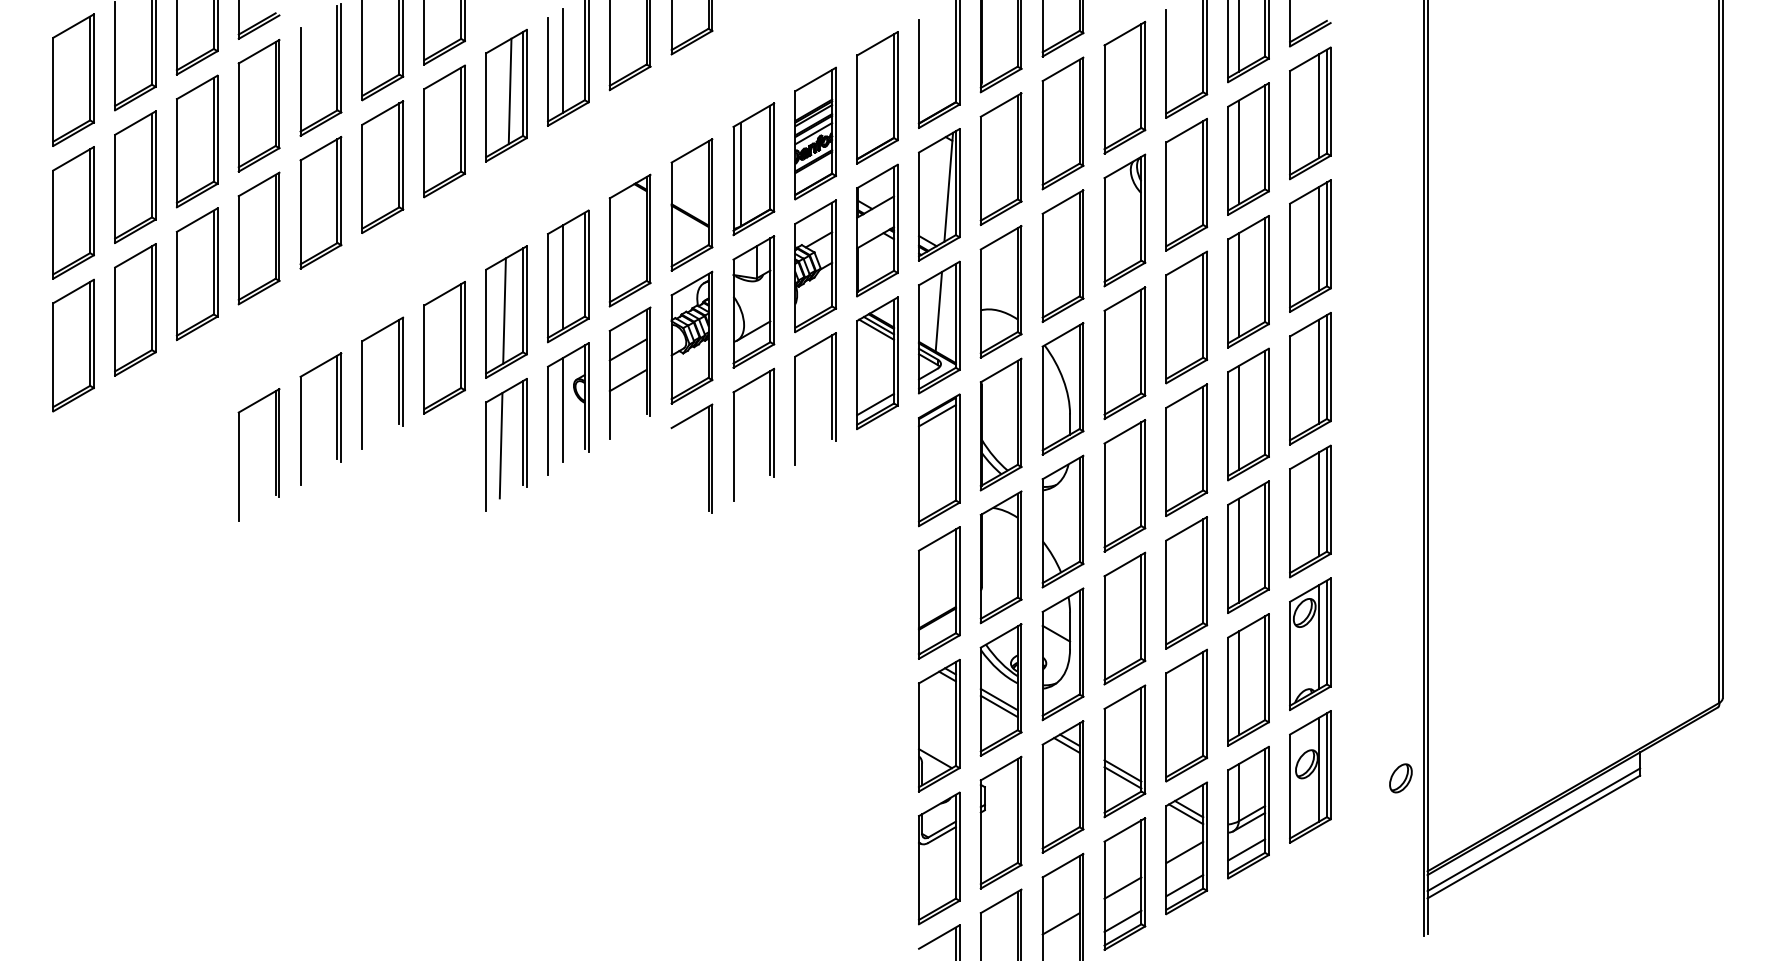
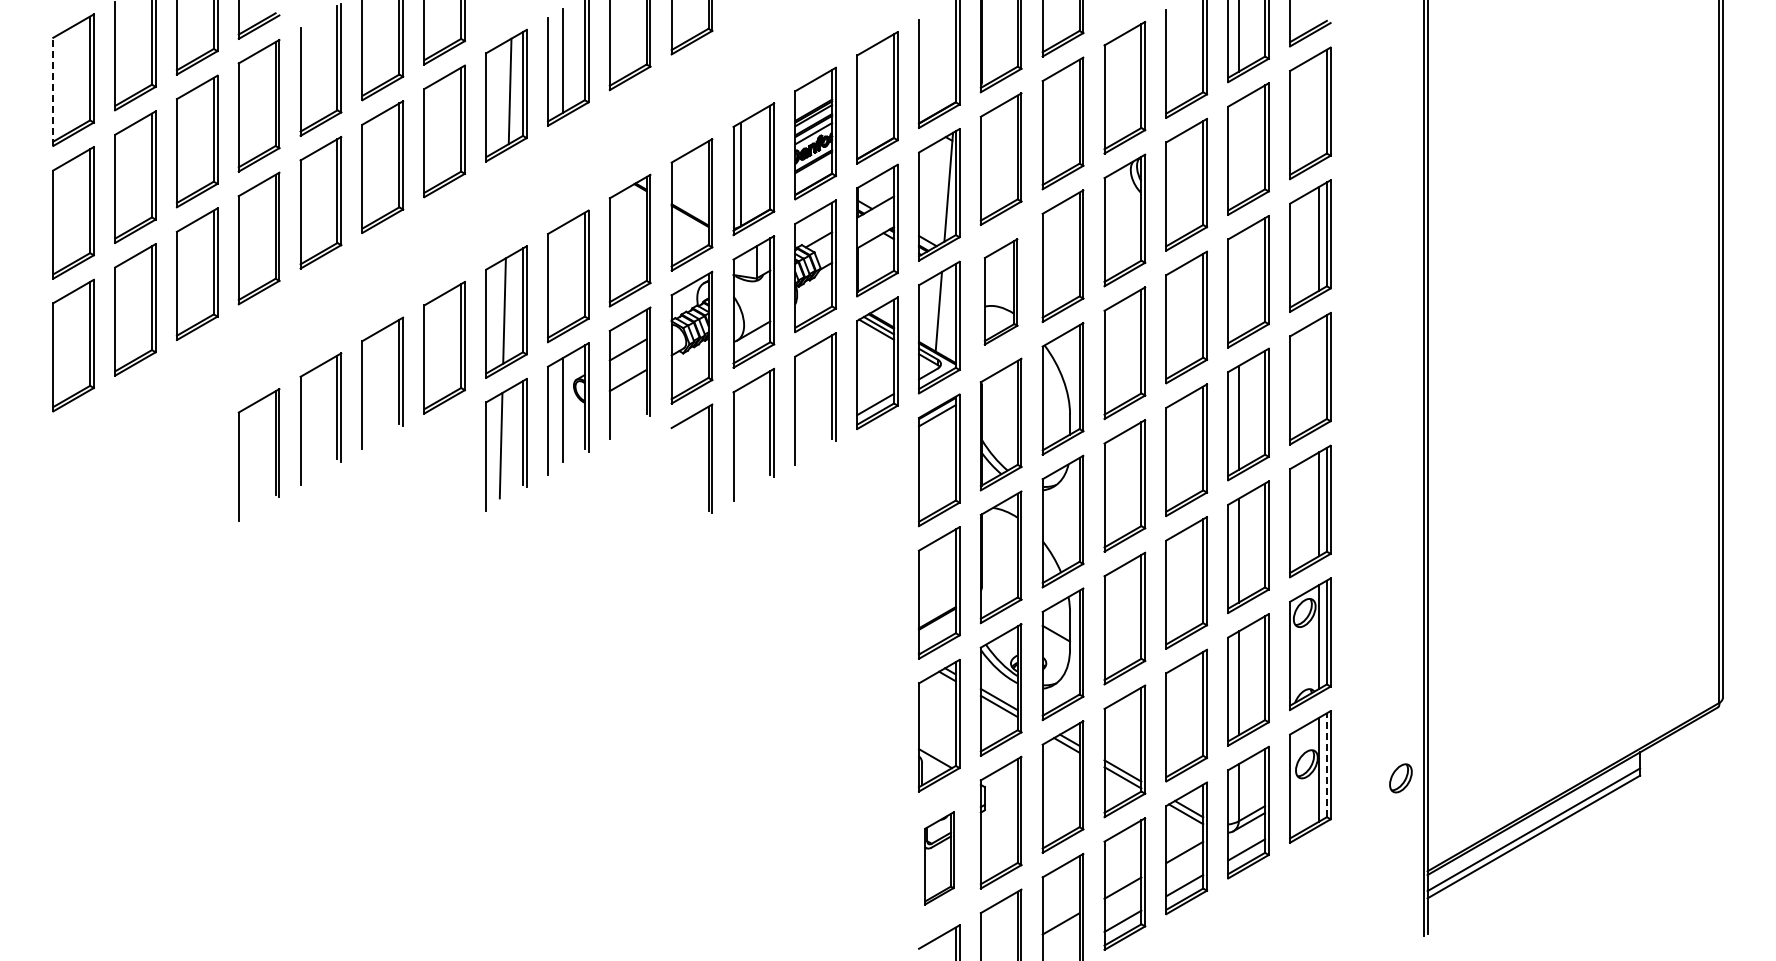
line at (53, 91): solid -> dashed
line at (1319, 106): present -> none
line at (1238, 152): present -> none
line at (562, 277): present -> none
line at (1238, 285): present -> none
part at (1000, 291) size: 44x134 px -> 36x108 px
line at (1319, 371): present -> none
line at (1326, 765): solid -> dashed
part at (939, 858) size: 43x135 px -> 31x95 px
